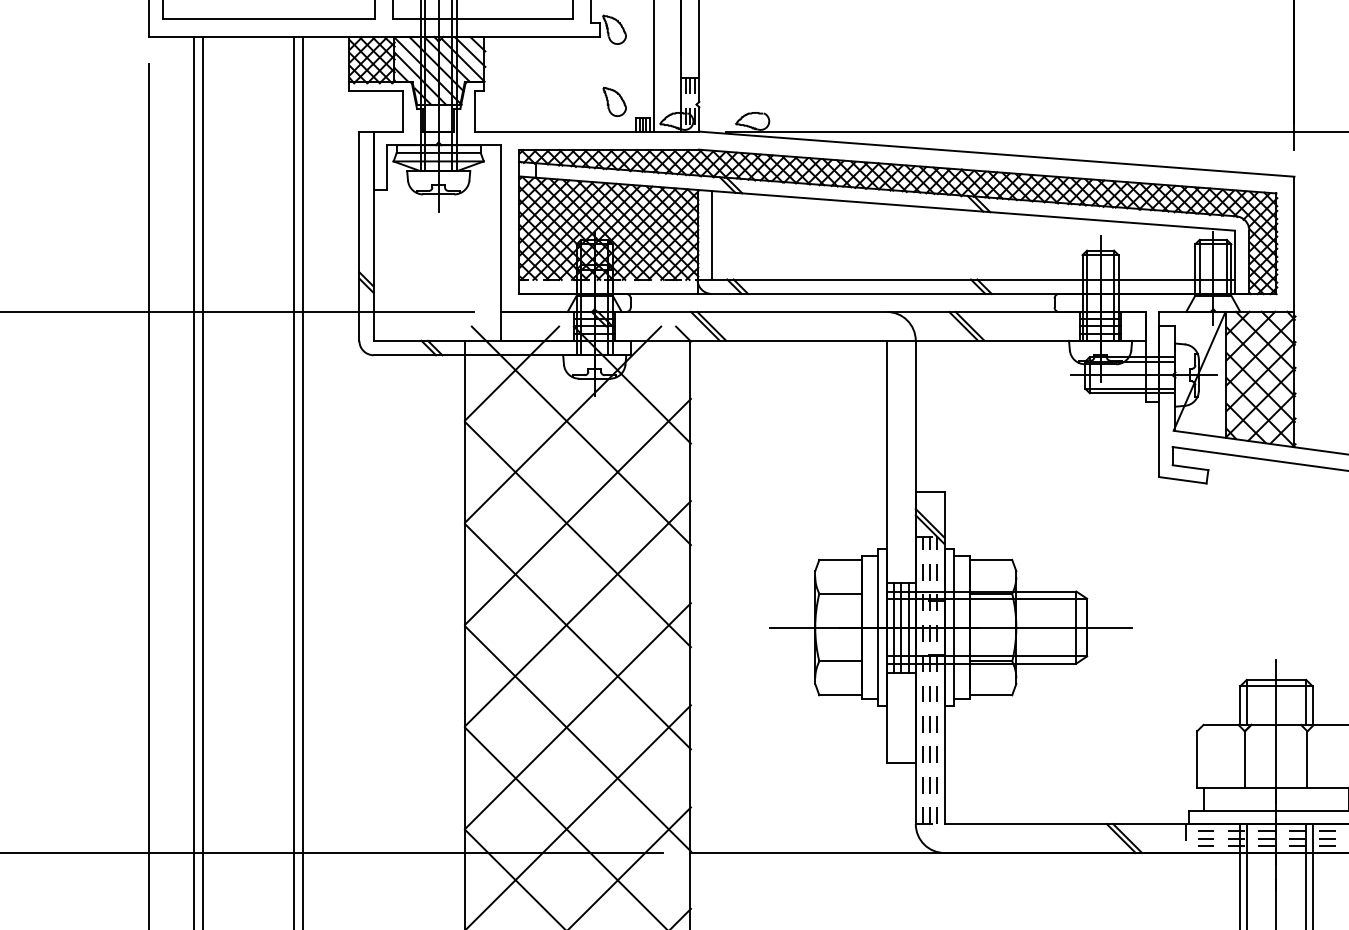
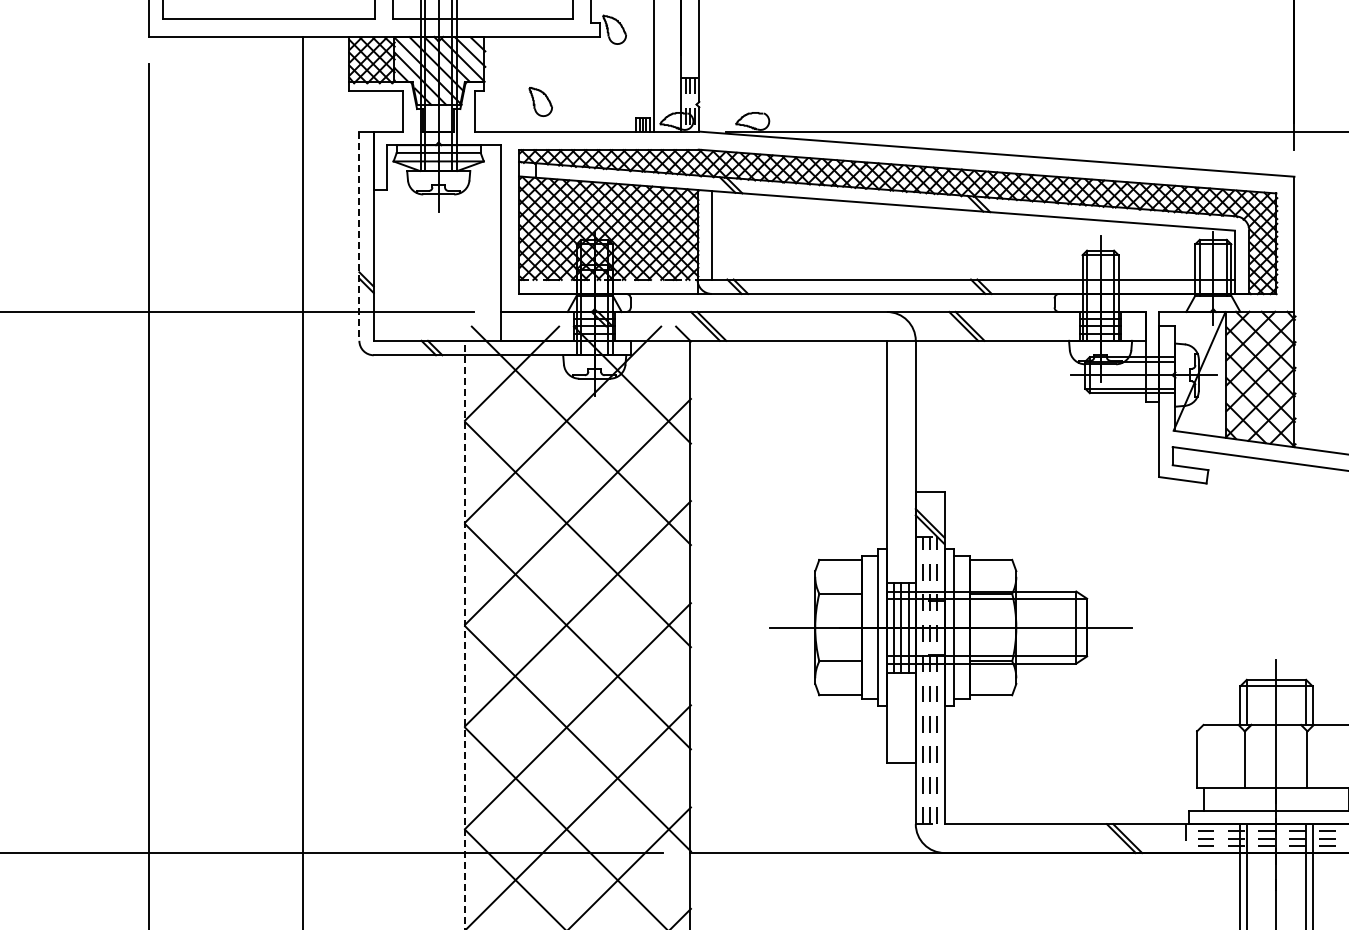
part at (614, 101) position: (614, 101) -> (540, 101)
line at (359, 236): solid -> dashed
line at (194, 481): present -> none
line at (203, 481): present -> none
line at (293, 481): present -> none
line at (464, 634): solid -> dashed
